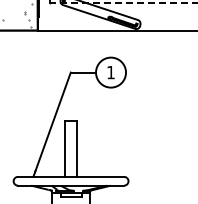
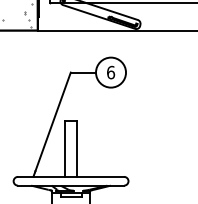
line at (123, 2): dashed -> solid
text at (111, 72): 1 -> 6
